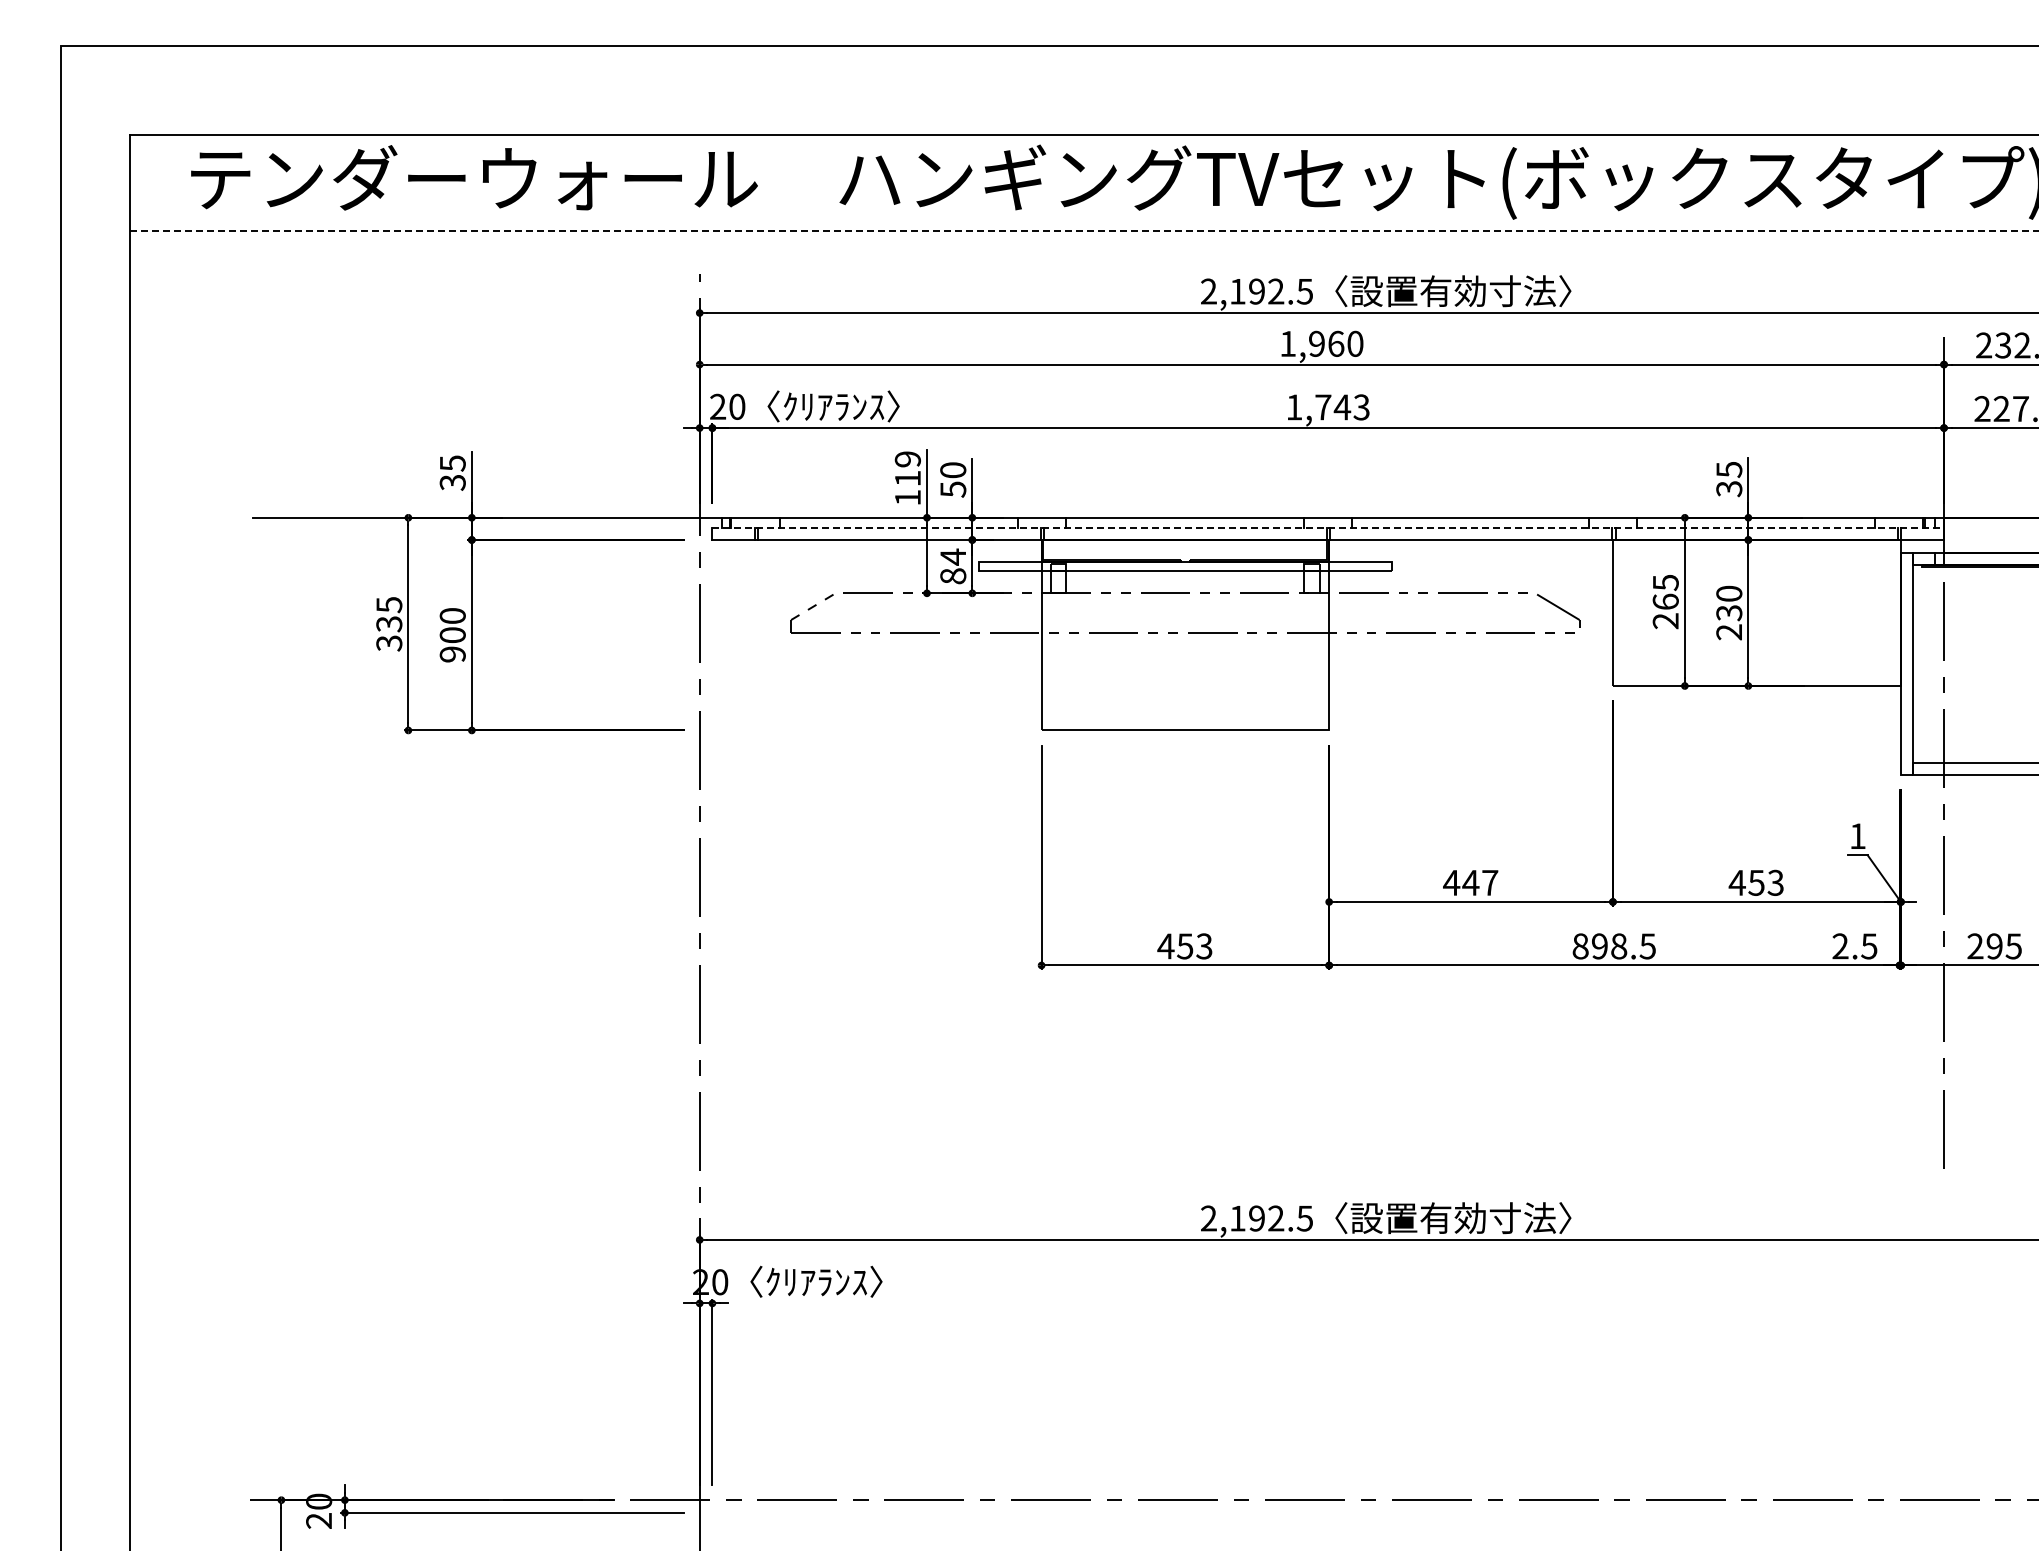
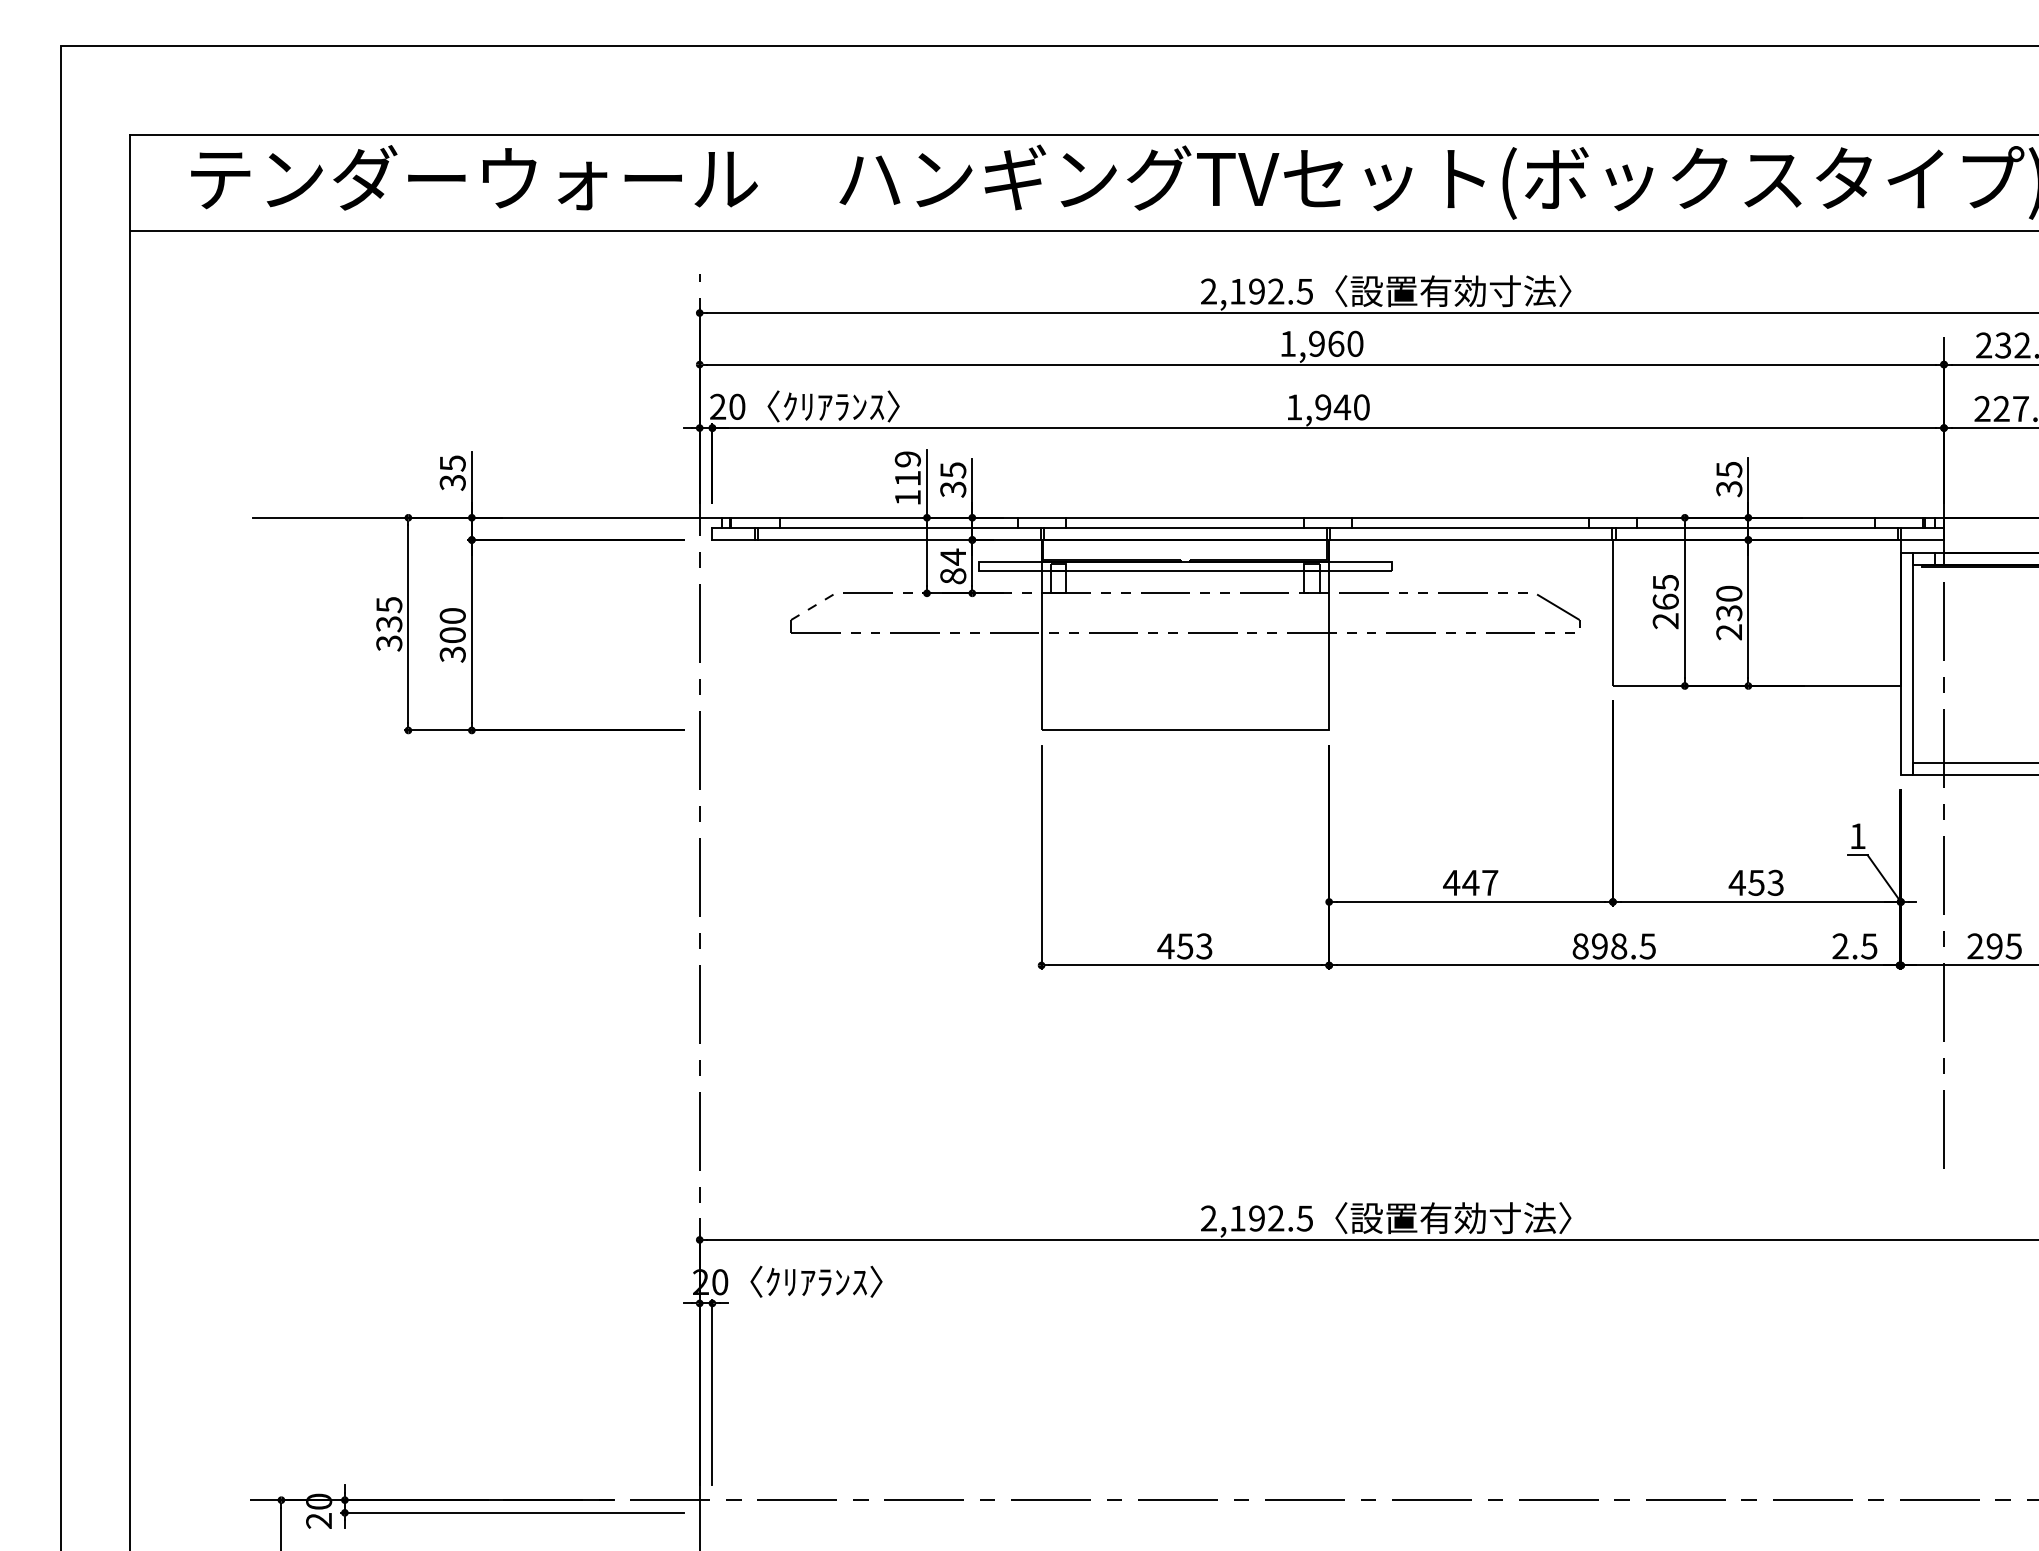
line at (1084, 231): dashed -> solid
text at (1342, 407): 1,743 -> 1,940
text at (953, 479): 50 -> 35
line at (1328, 527): dashed -> solid
text at (452, 654): 900 -> 300
